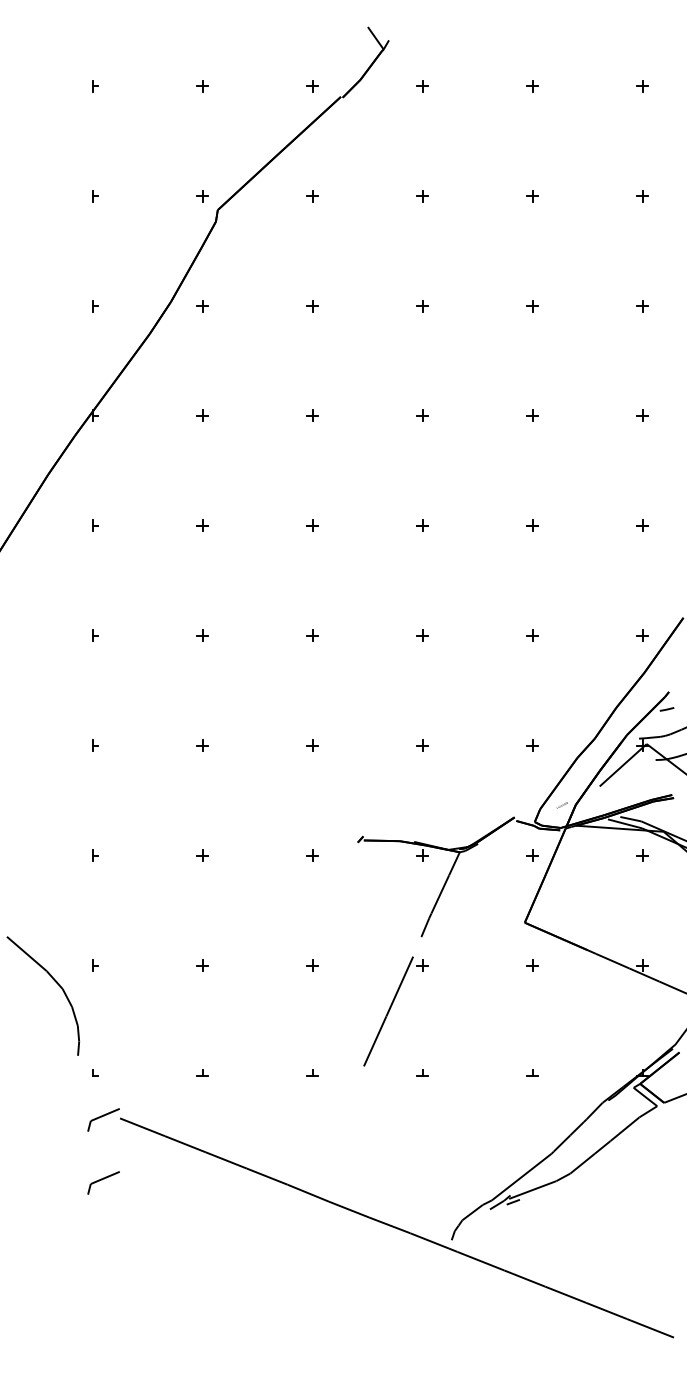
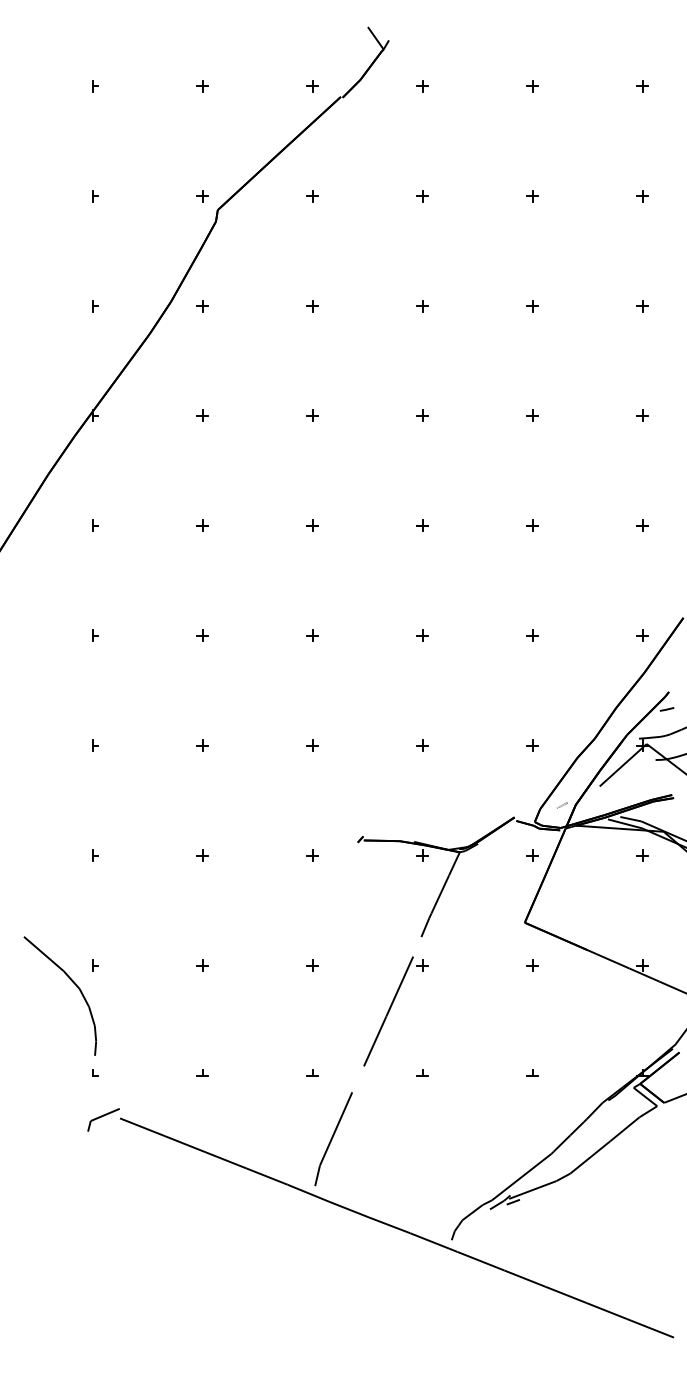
part at (55, 982) position: (55, 982) -> (72, 982)
part at (333, 1139): none -> present
part at (103, 1182): present -> none
